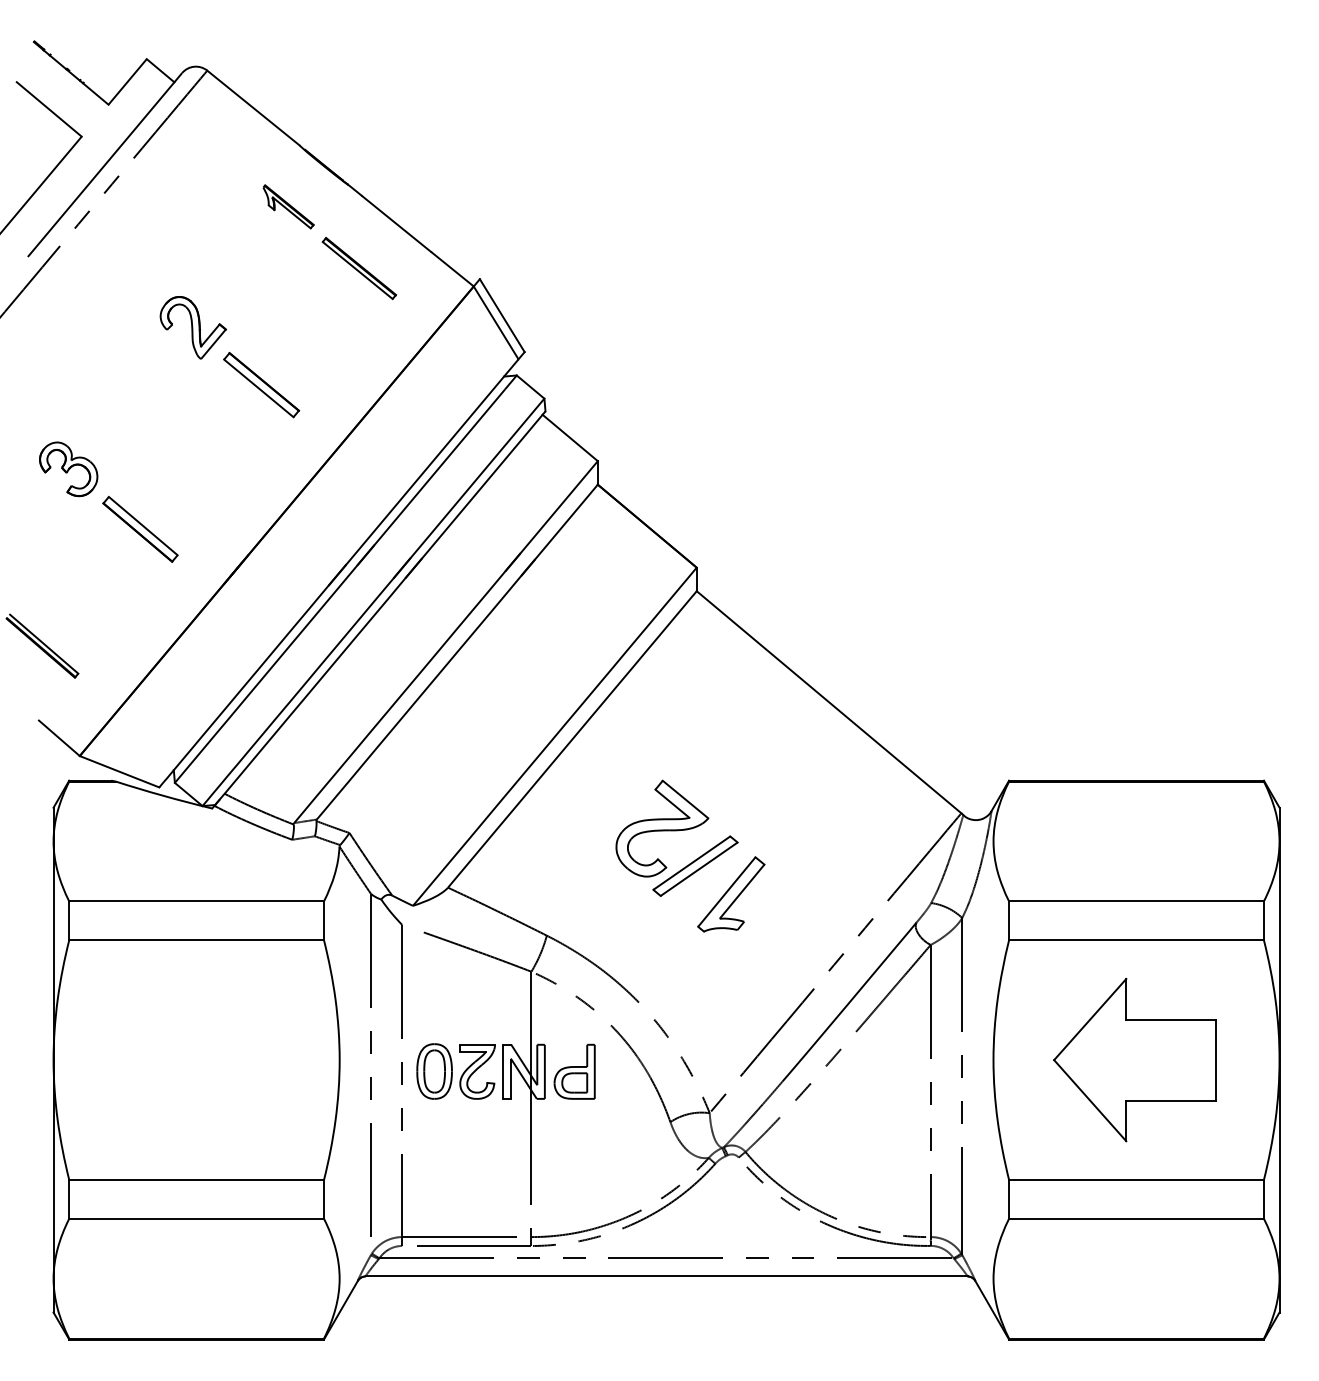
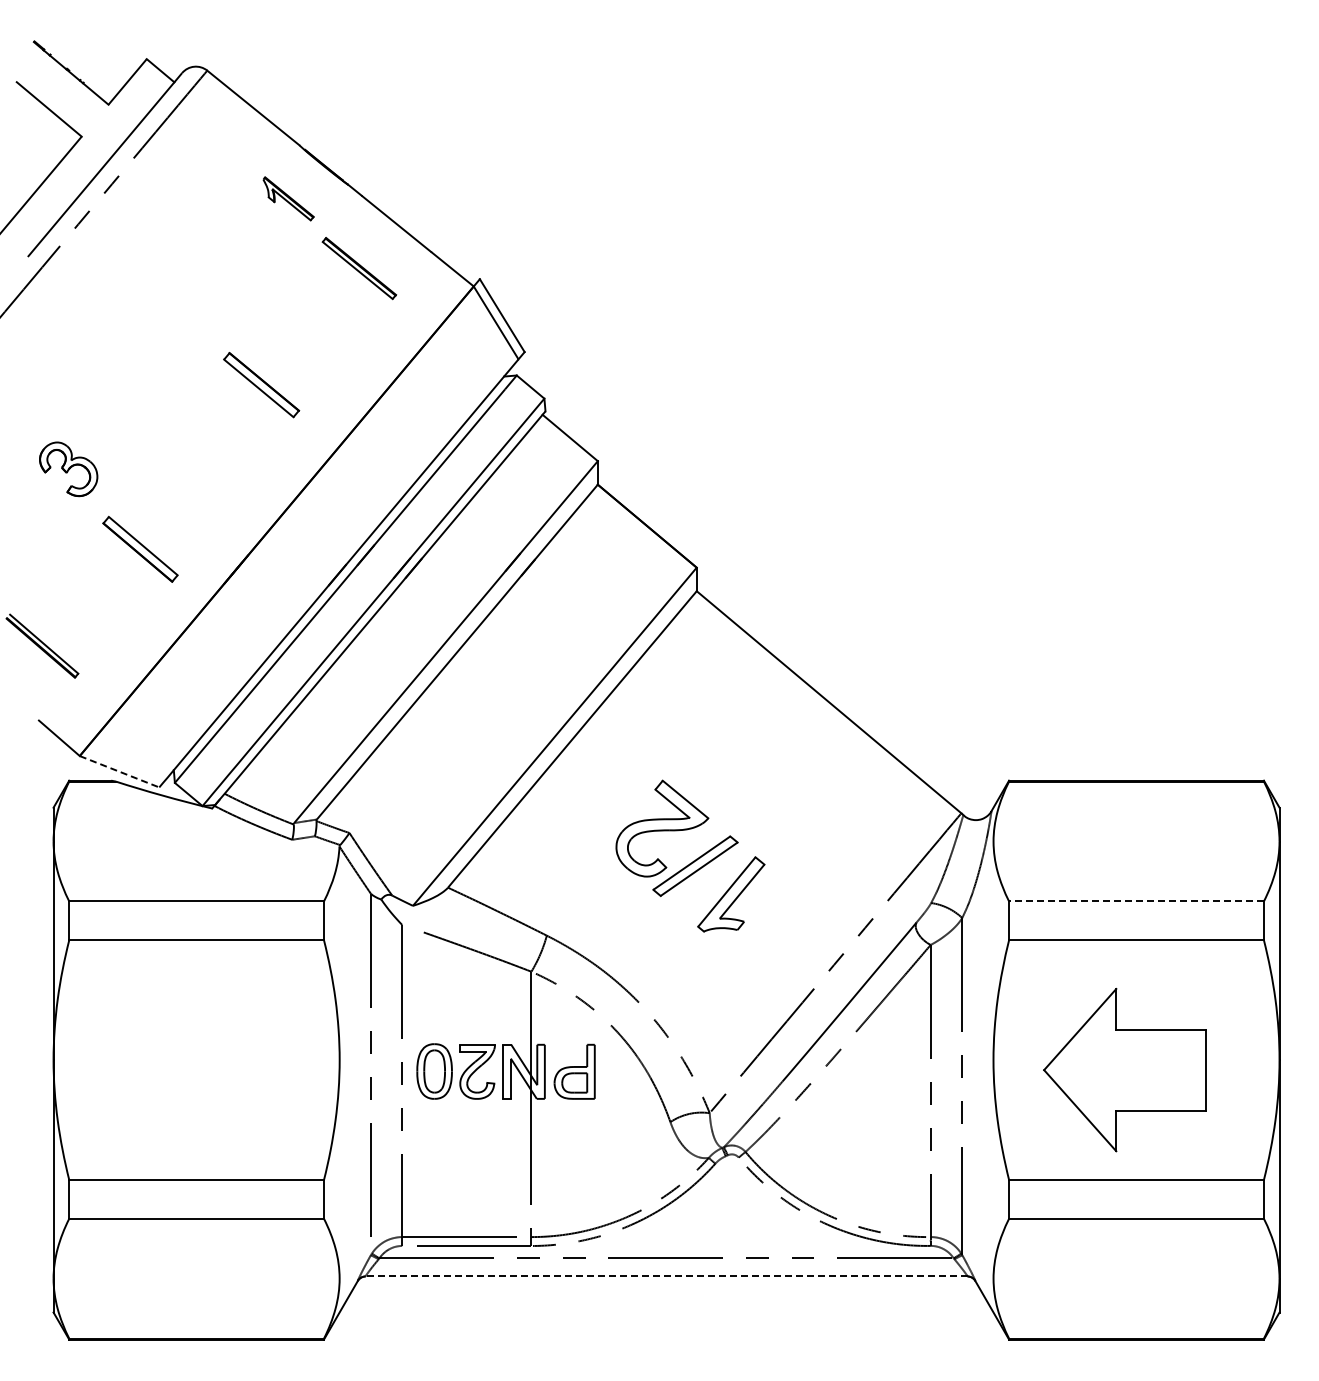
part at (288, 206) position: (288, 206) -> (288, 198)
part at (192, 327): present -> none
part at (140, 528) position: (140, 528) -> (140, 548)
line at (119, 771): solid -> dashed
line at (1136, 901): solid -> dashed
part at (1134, 1059) position: (1134, 1059) -> (1124, 1069)
line at (666, 1276): solid -> dashed
